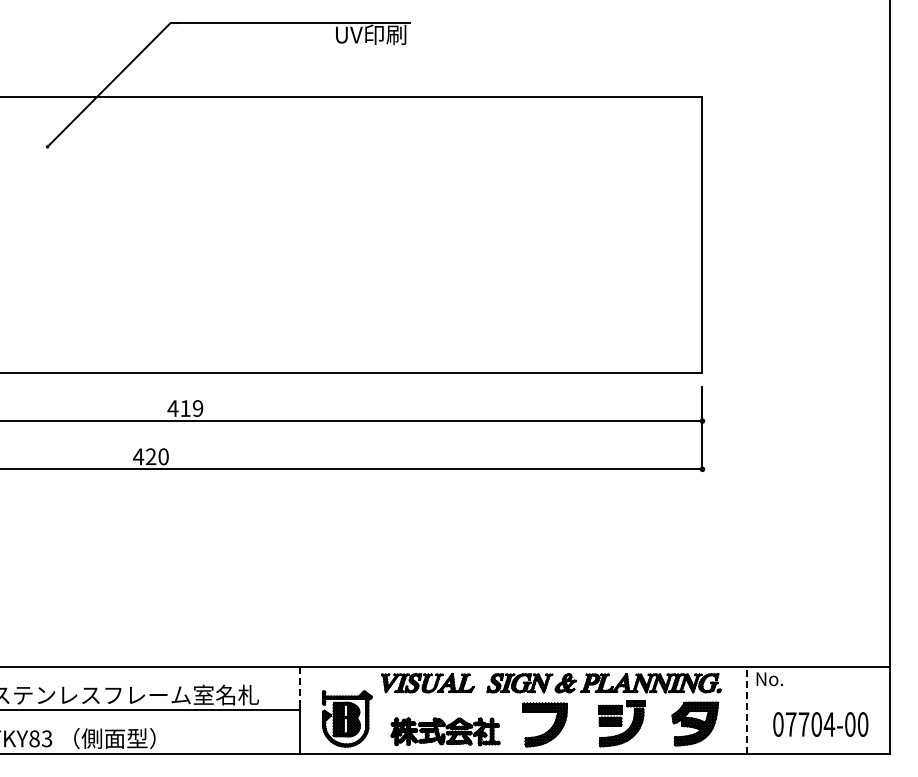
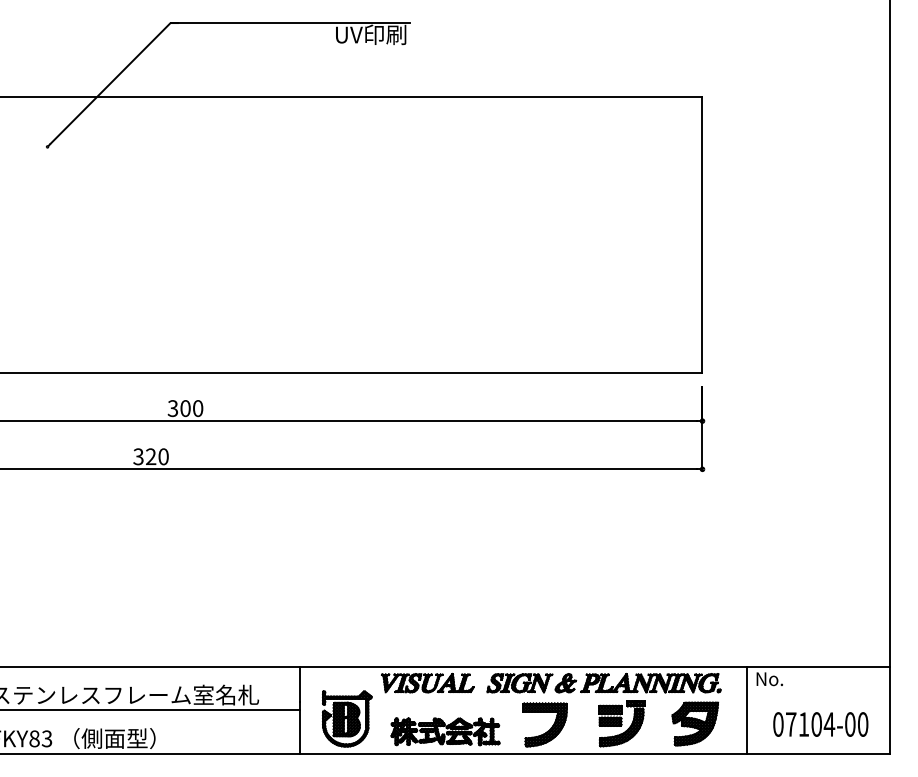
text at (185, 408): 419 -> 300
text at (138, 456): 420 -> 320
line at (299, 684): dashed -> solid
line at (747, 710): dashed -> solid
text at (803, 724): 07704-00 -> 07104-00
